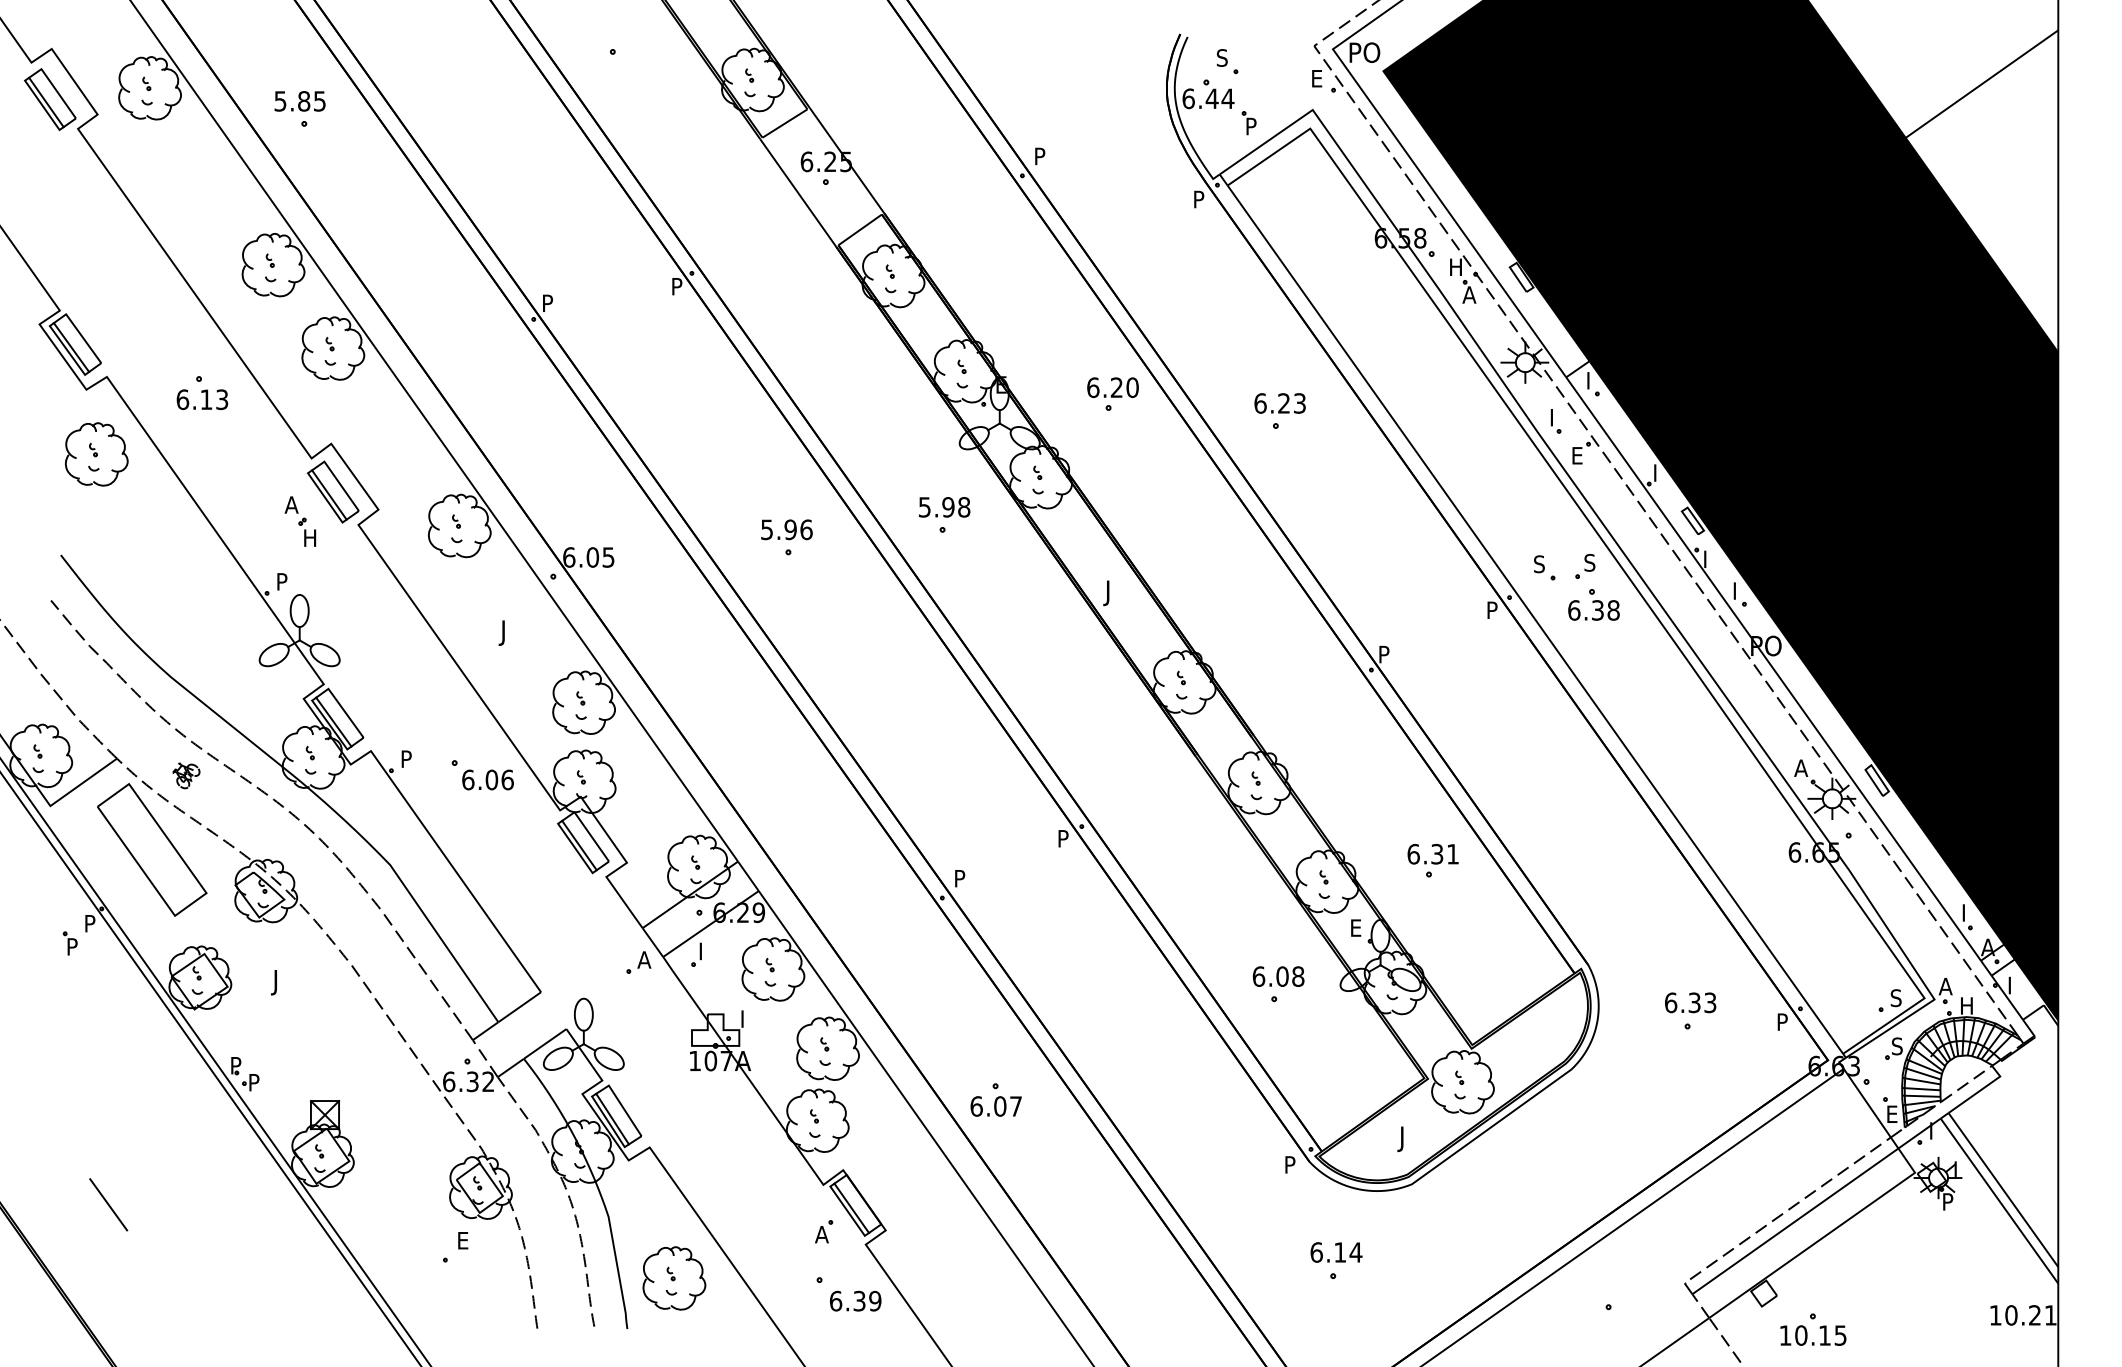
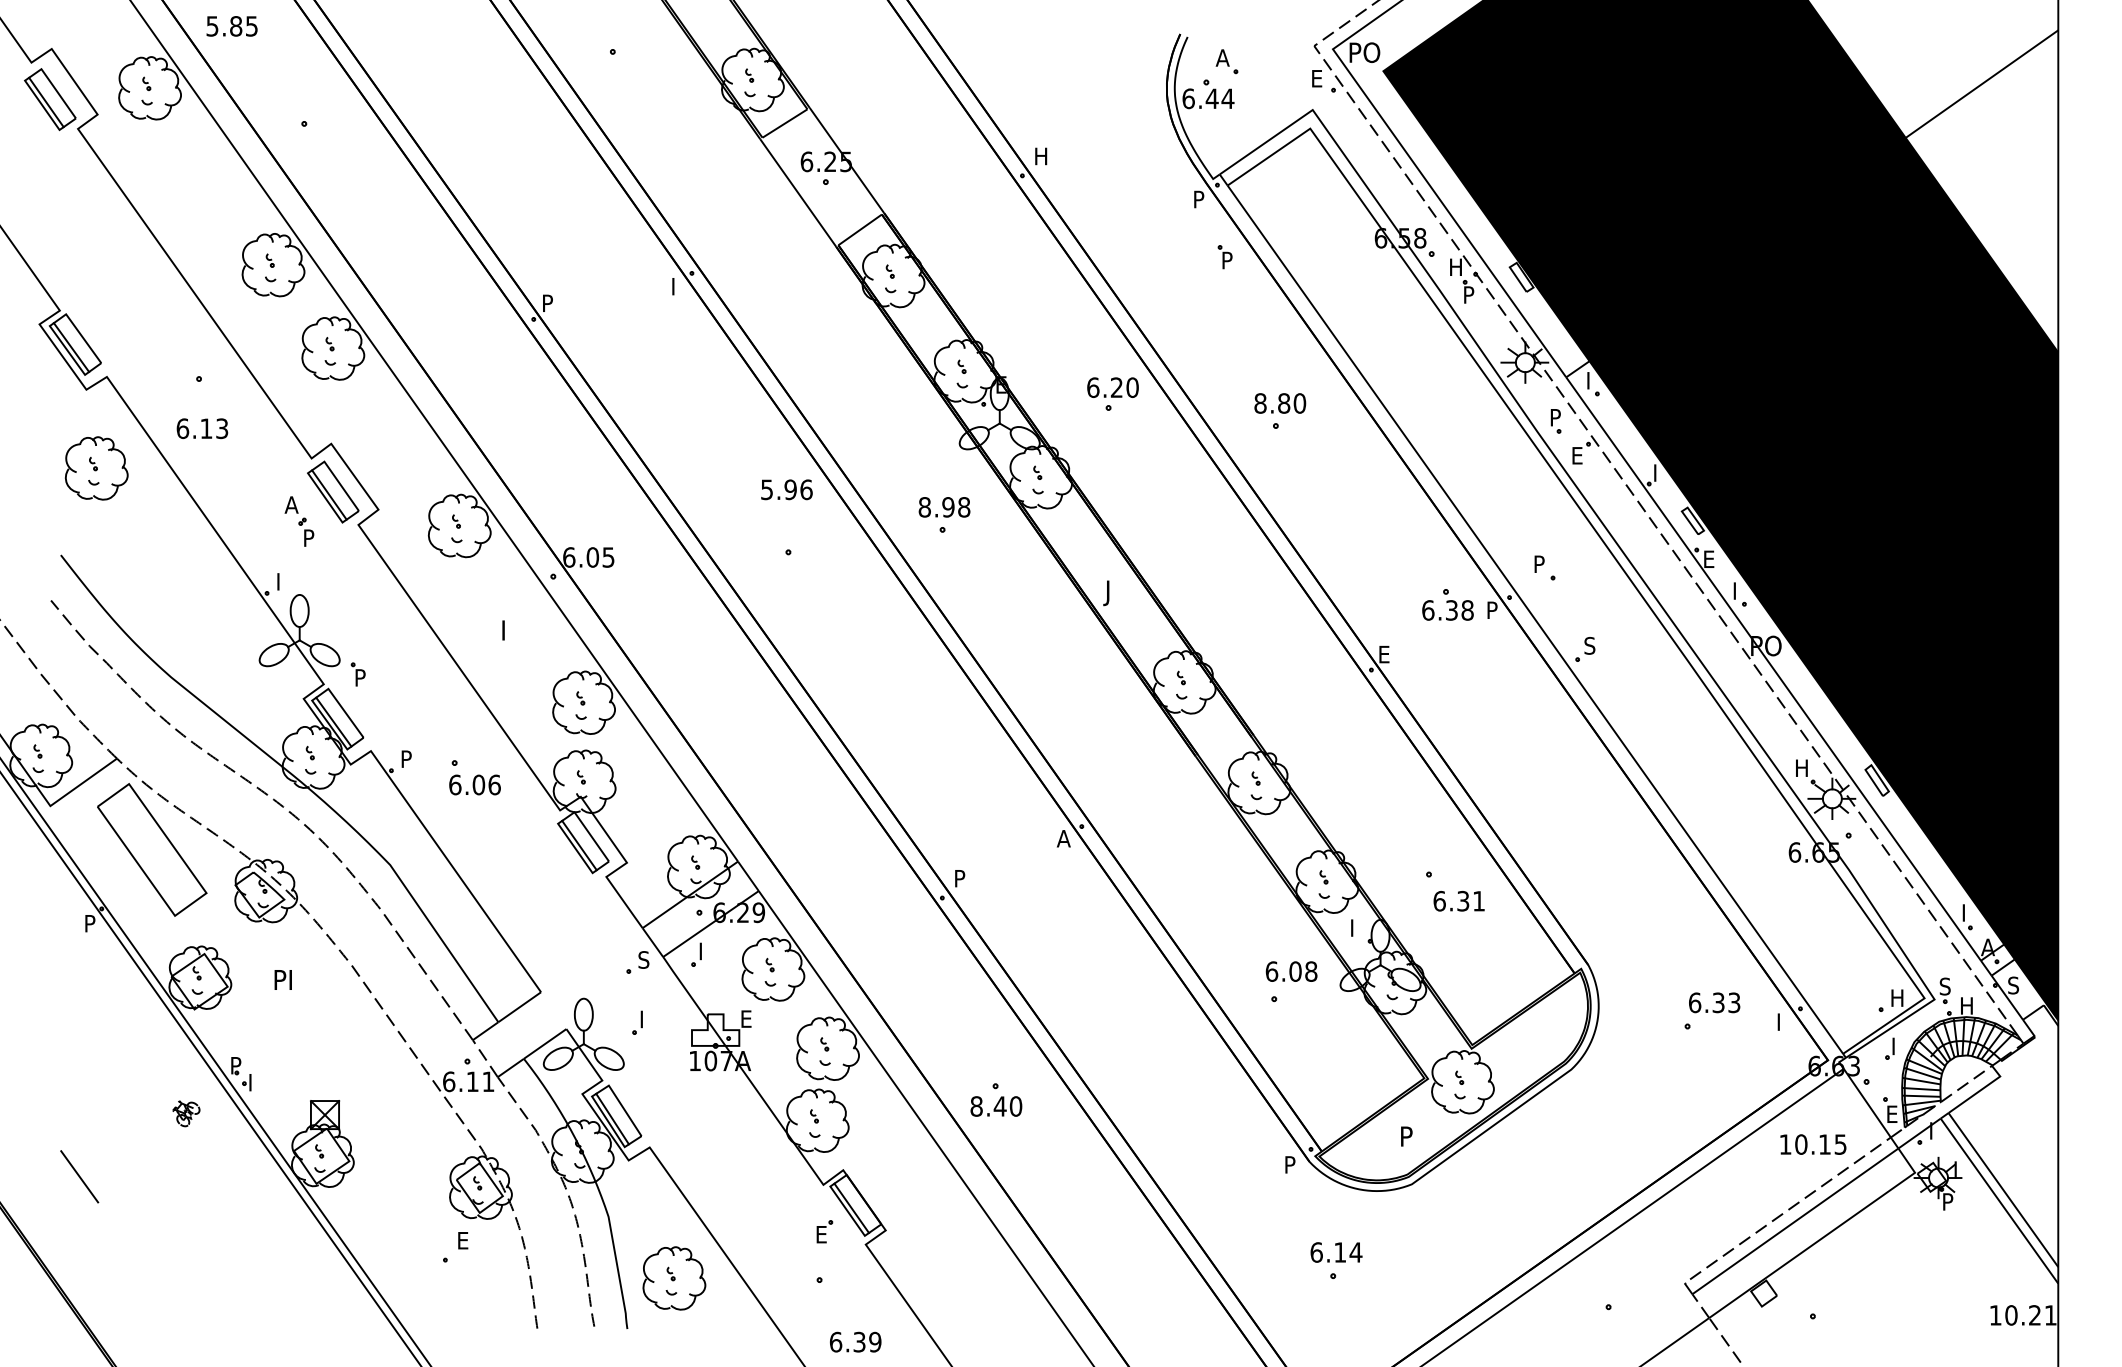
text at (1222, 57): S -> A
text at (299, 101) position: (299, 101) -> (231, 26)
part at (1248, 123) position: (1248, 123) -> (1224, 257)
text at (1042, 156): P -> H
text at (678, 283): P -> I
text at (1469, 294): A -> P
text at (202, 399) position: (202, 399) -> (202, 428)
text at (1280, 403): 6.23 -> 8.80
text at (1556, 414): I -> P
part at (96, 454) position: (96, 454) -> (96, 468)
text at (924, 507): 5.98 -> 8.98
text at (786, 529) position: (786, 529) -> (786, 489)
text at (311, 537): H -> P
text at (1710, 558): I -> E
text at (1539, 564): S -> P
part at (1585, 566) position: (1585, 566) -> (1585, 649)
text at (283, 578): P -> I
part at (1593, 604) position: (1593, 604) -> (1447, 604)
text at (501, 642): J -> I
text at (1385, 654): P -> E
text at (1801, 767): A -> H
part at (186, 775) position: (186, 775) -> (186, 1113)
text at (487, 779) position: (487, 779) -> (474, 784)
text at (1063, 838): P -> A
text at (1432, 854) position: (1432, 854) -> (1458, 901)
text at (1357, 927): E -> I
part at (69, 943) position: (69, 943) -> (357, 674)
text at (644, 959): A -> S
text at (1278, 976) position: (1278, 976) -> (1291, 971)
text at (281, 982): J -> PI
text at (2013, 985): I -> S
text at (1945, 986): A -> S
text at (1896, 998): S -> H
text at (1690, 1002) position: (1690, 1002) -> (1714, 1002)
text at (747, 1018): I -> E
text at (1783, 1018): P -> I
part at (637, 1022): none -> present
text at (1896, 1046): S -> I
text at (255, 1079): P -> I
text at (480, 1081): 6.32 -> 6.11
text at (996, 1106): 6.07 -> 8.40
text at (1404, 1139): J -> P
line at (108, 1204) position: (108, 1204) -> (79, 1176)
text at (821, 1234): A -> E
text at (855, 1300) position: (855, 1300) -> (855, 1341)
text at (1813, 1335) position: (1813, 1335) -> (1813, 1144)
